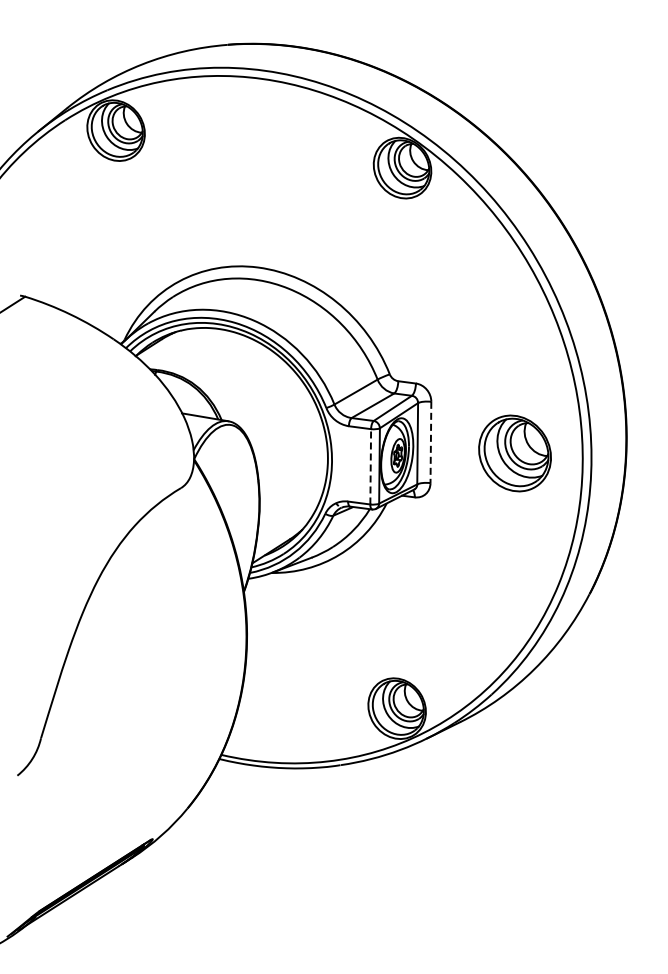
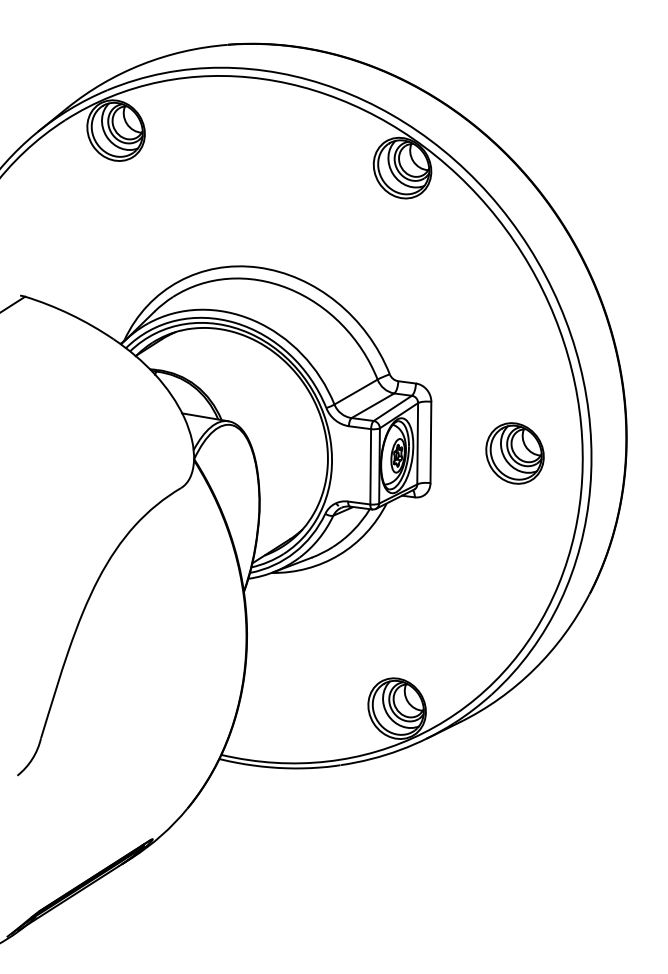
line at (430, 442): dashed -> solid
part at (514, 453) size: 74x79 px -> 60x63 px
line at (370, 466): dashed -> solid
